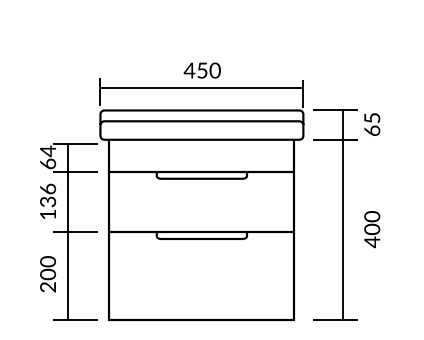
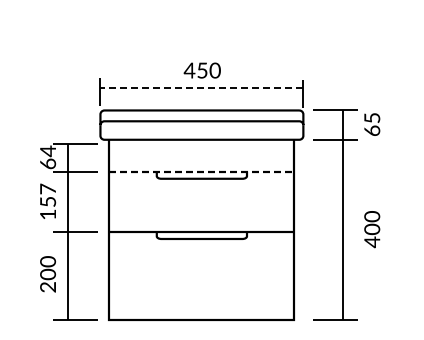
line at (201, 87): solid -> dashed
line at (202, 171): solid -> dashed
text at (48, 195): 136 -> 157
